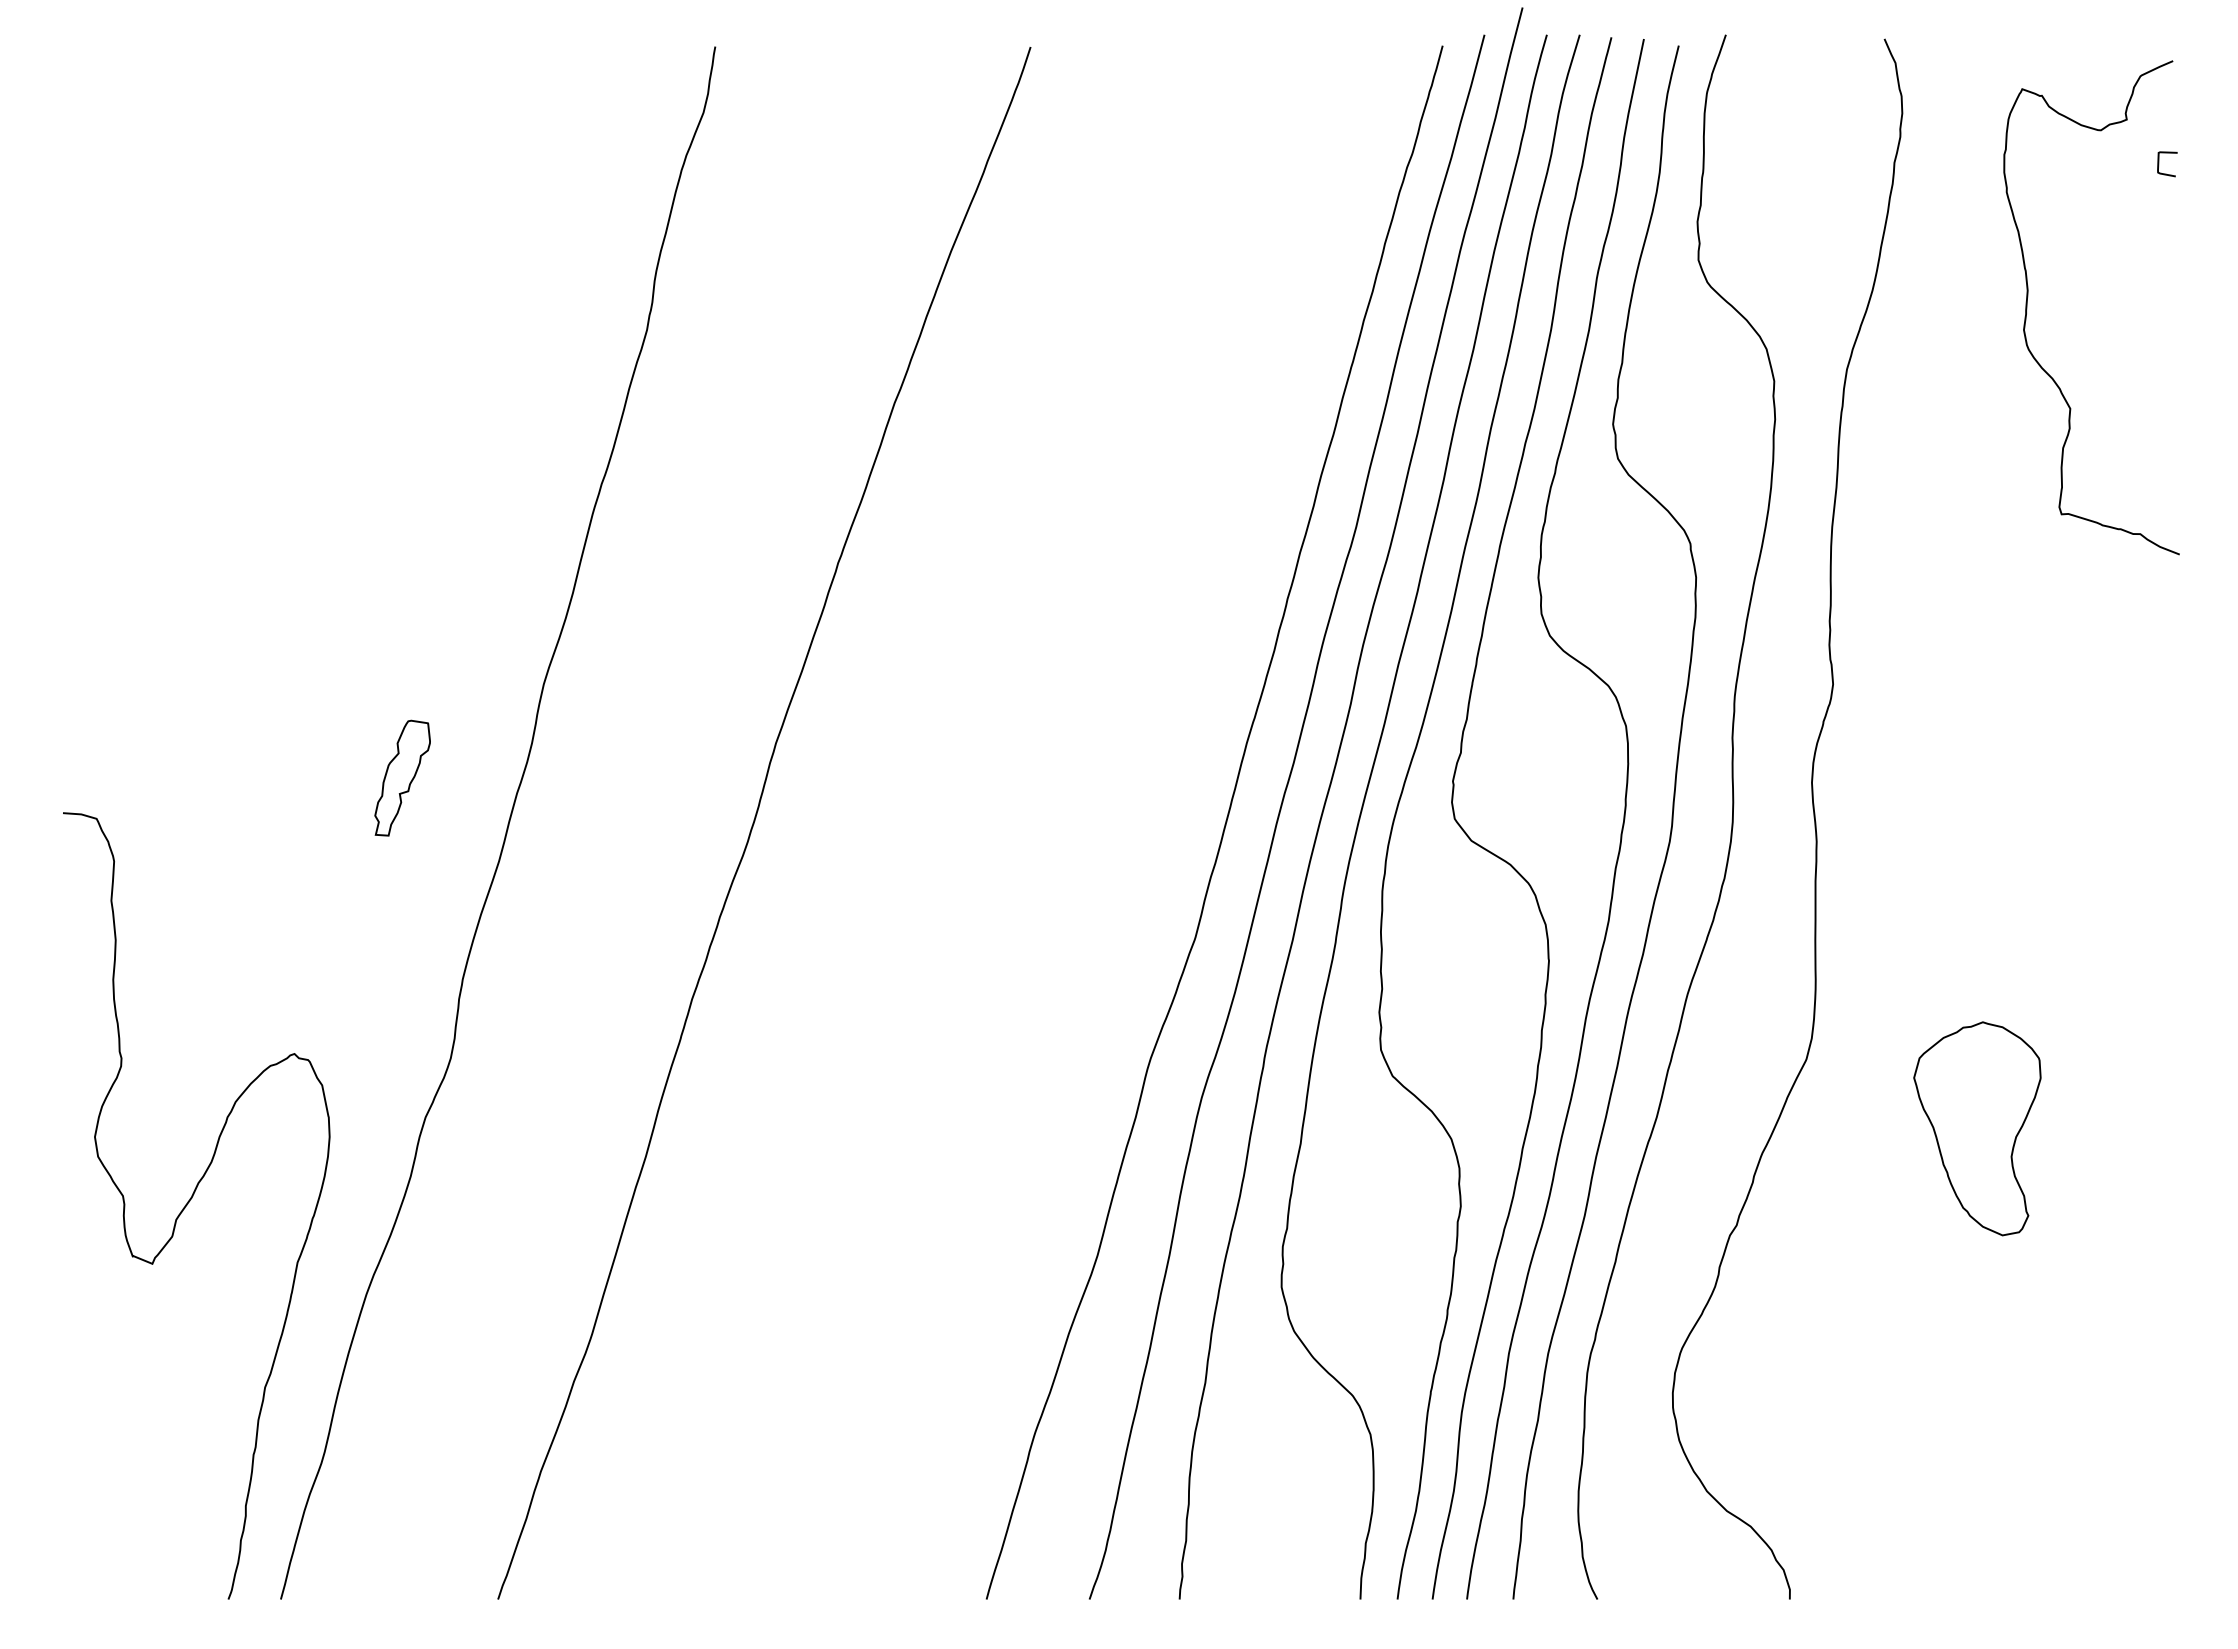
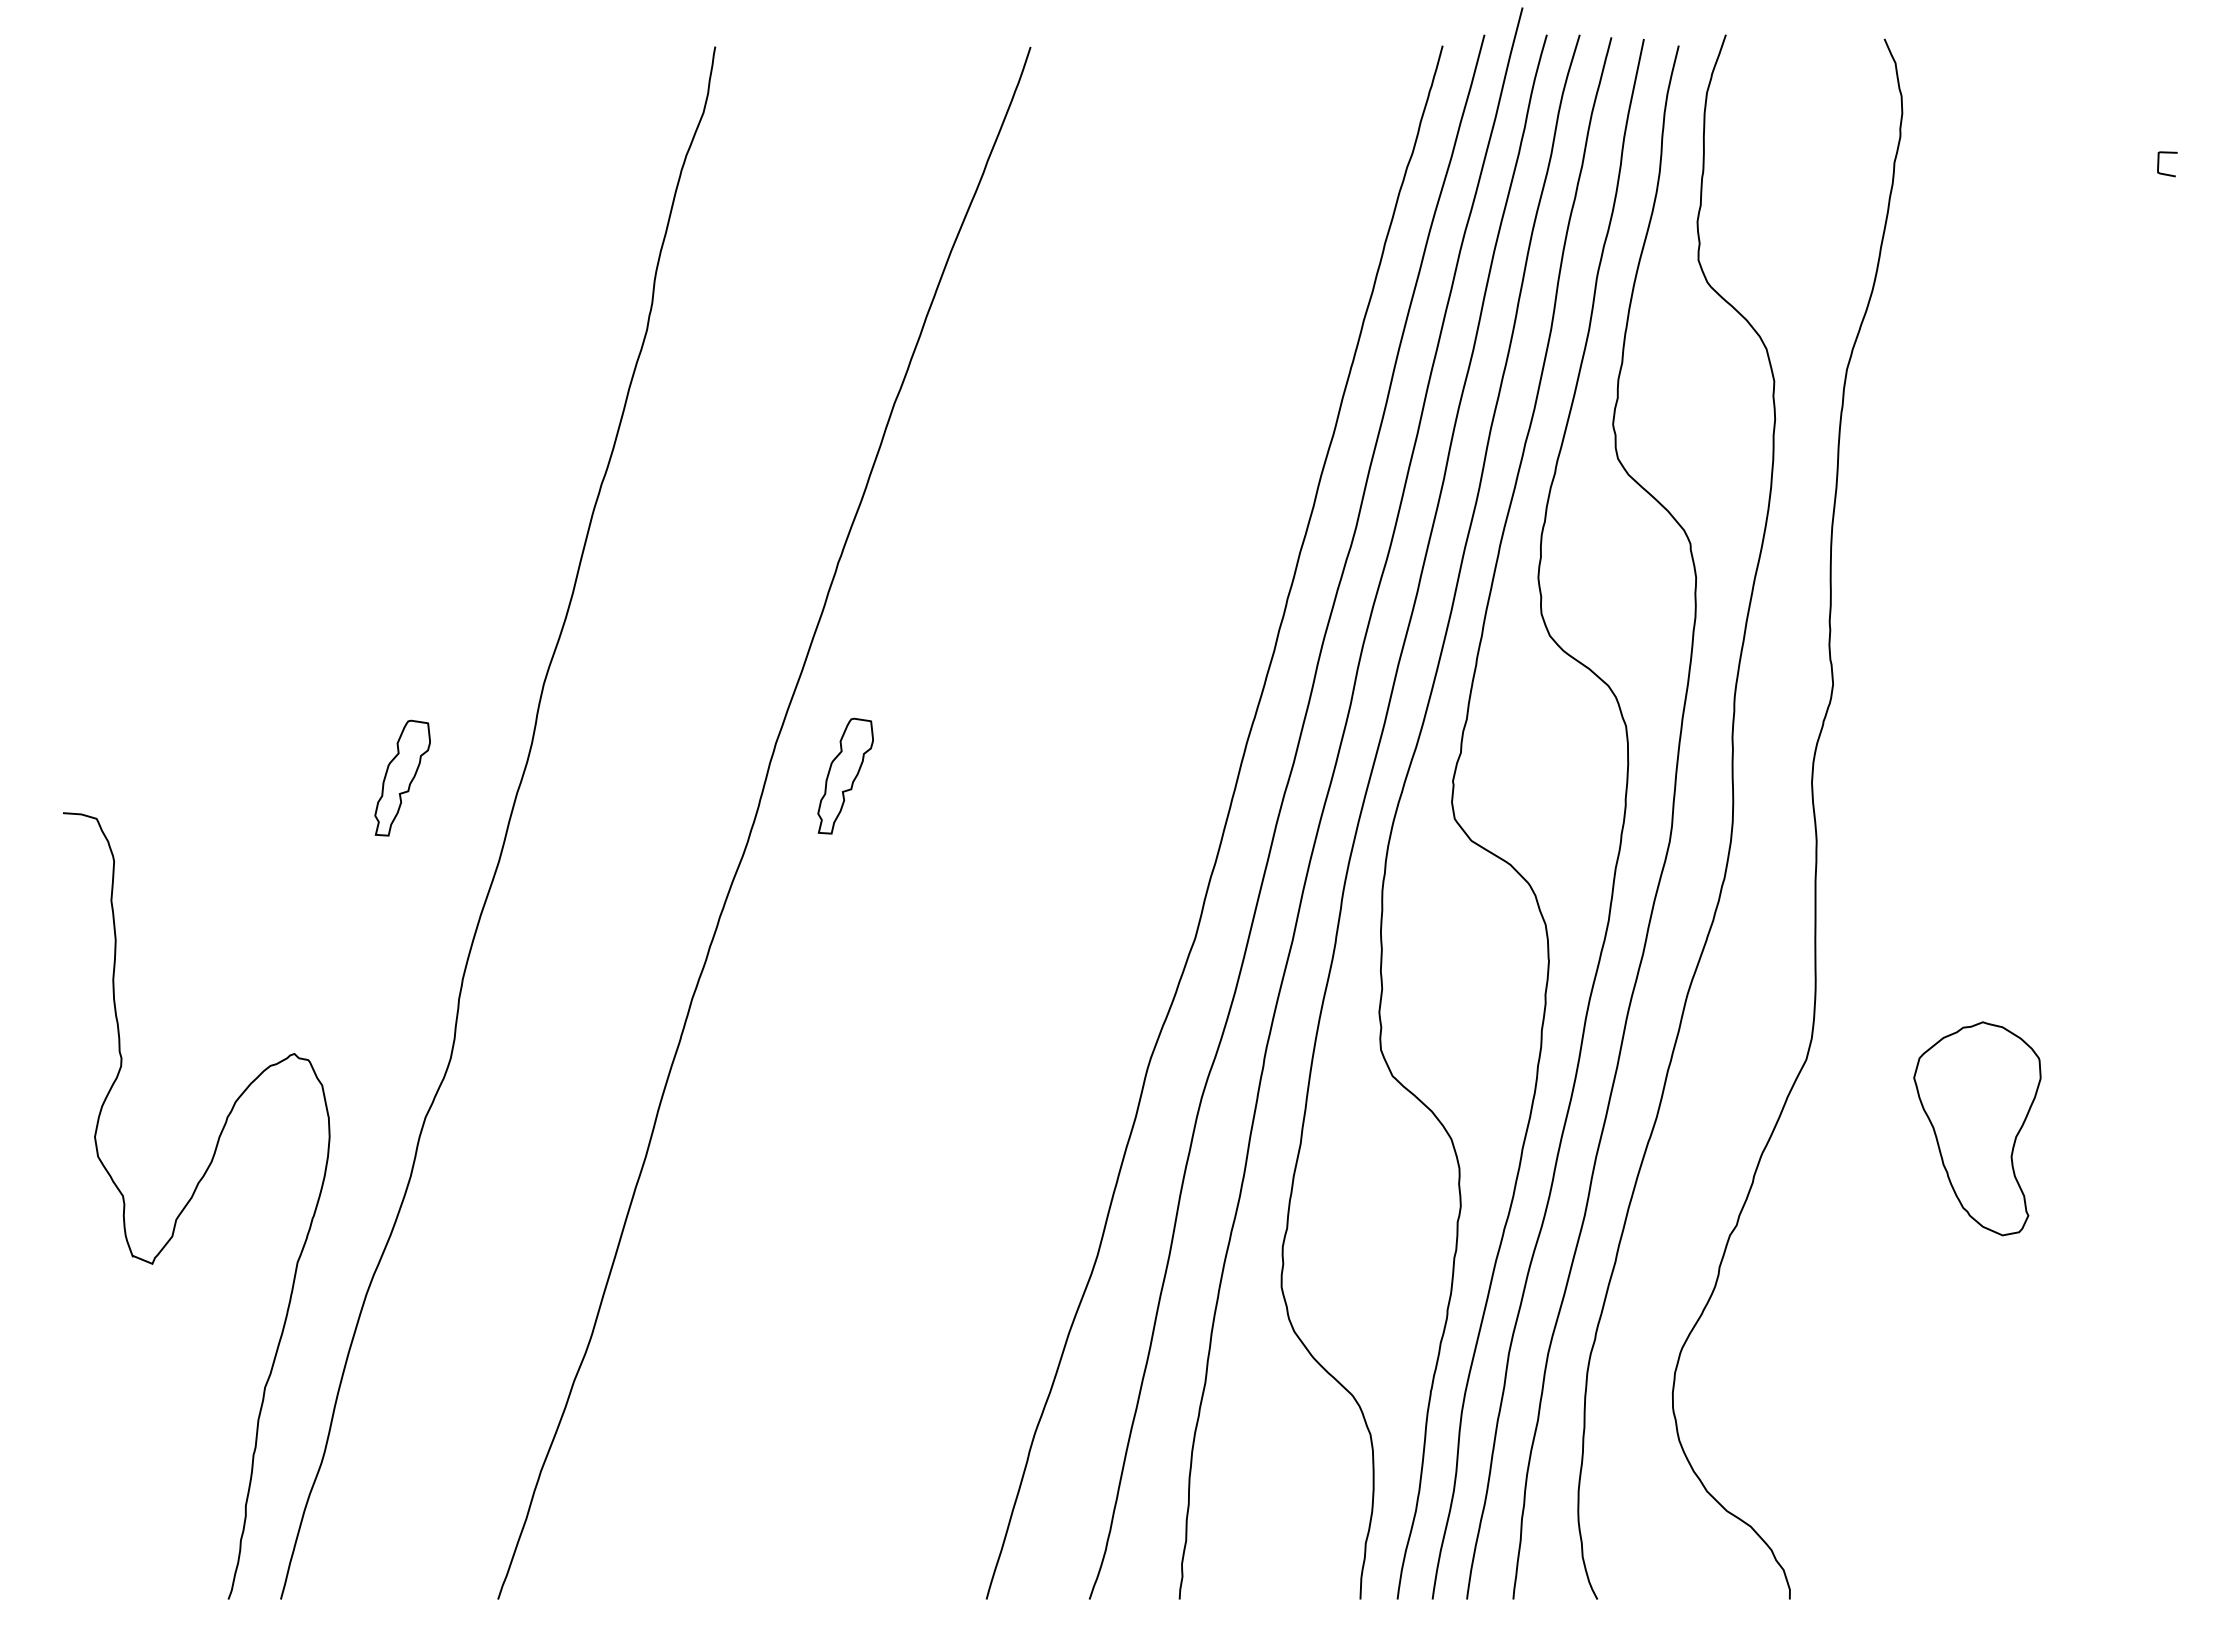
curve at (2028, 297): present -> none
part at (845, 775): none -> present
